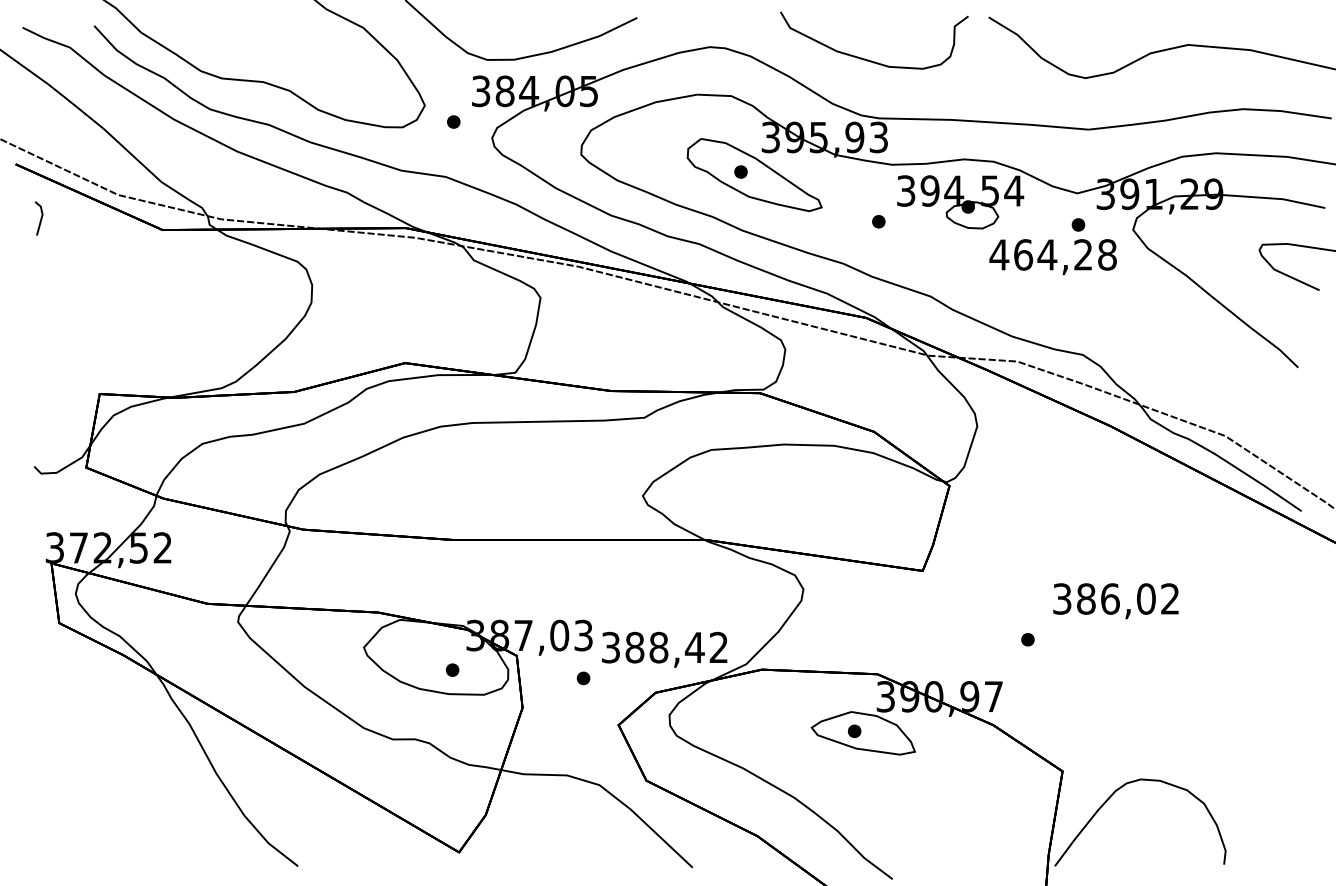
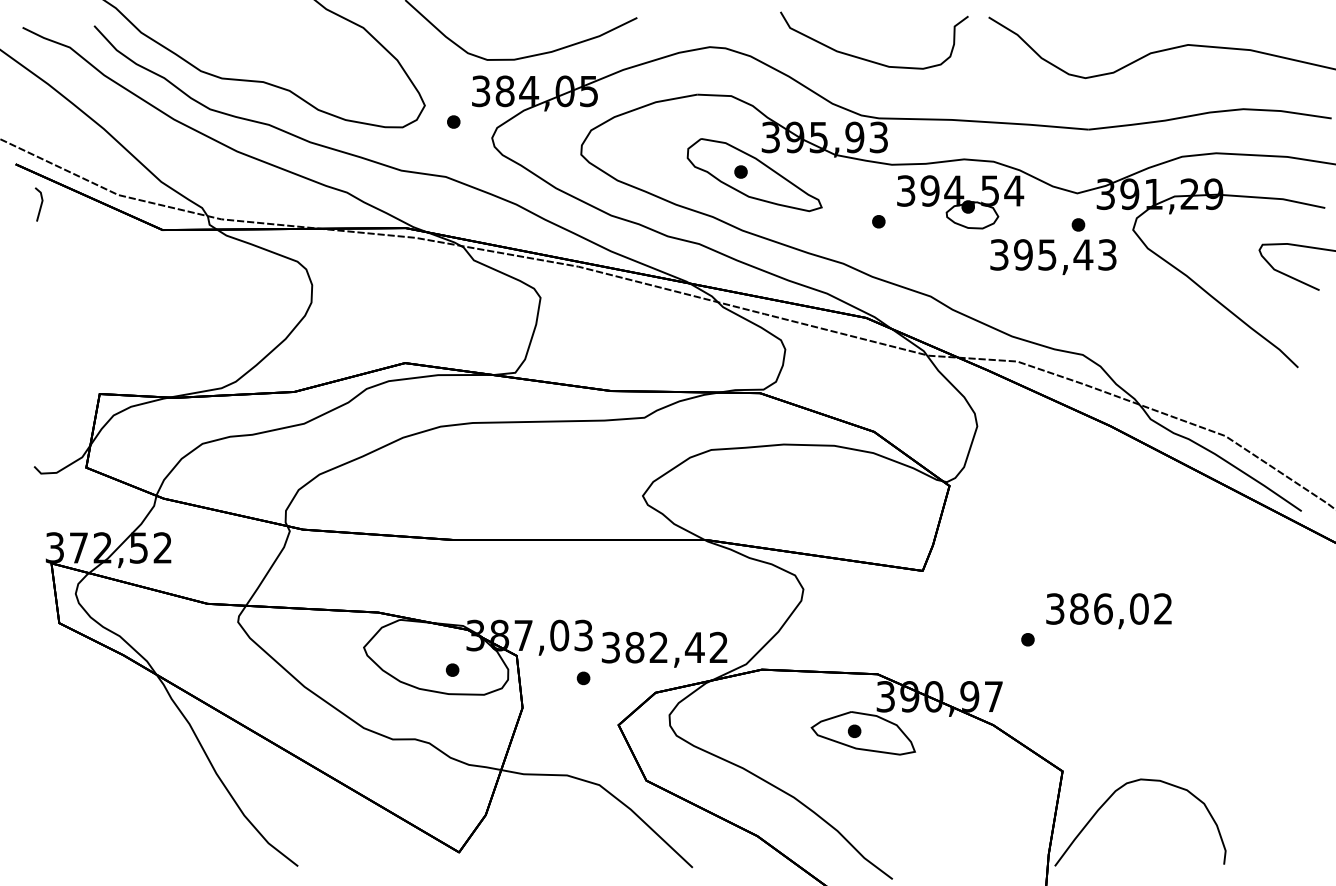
line at (40, 218) position: (40, 218) -> (40, 204)
text at (1052, 254): 464,28 -> 395,43
text at (1115, 601) position: (1115, 601) -> (1108, 611)
text at (658, 647): 388,42 -> 382,42
